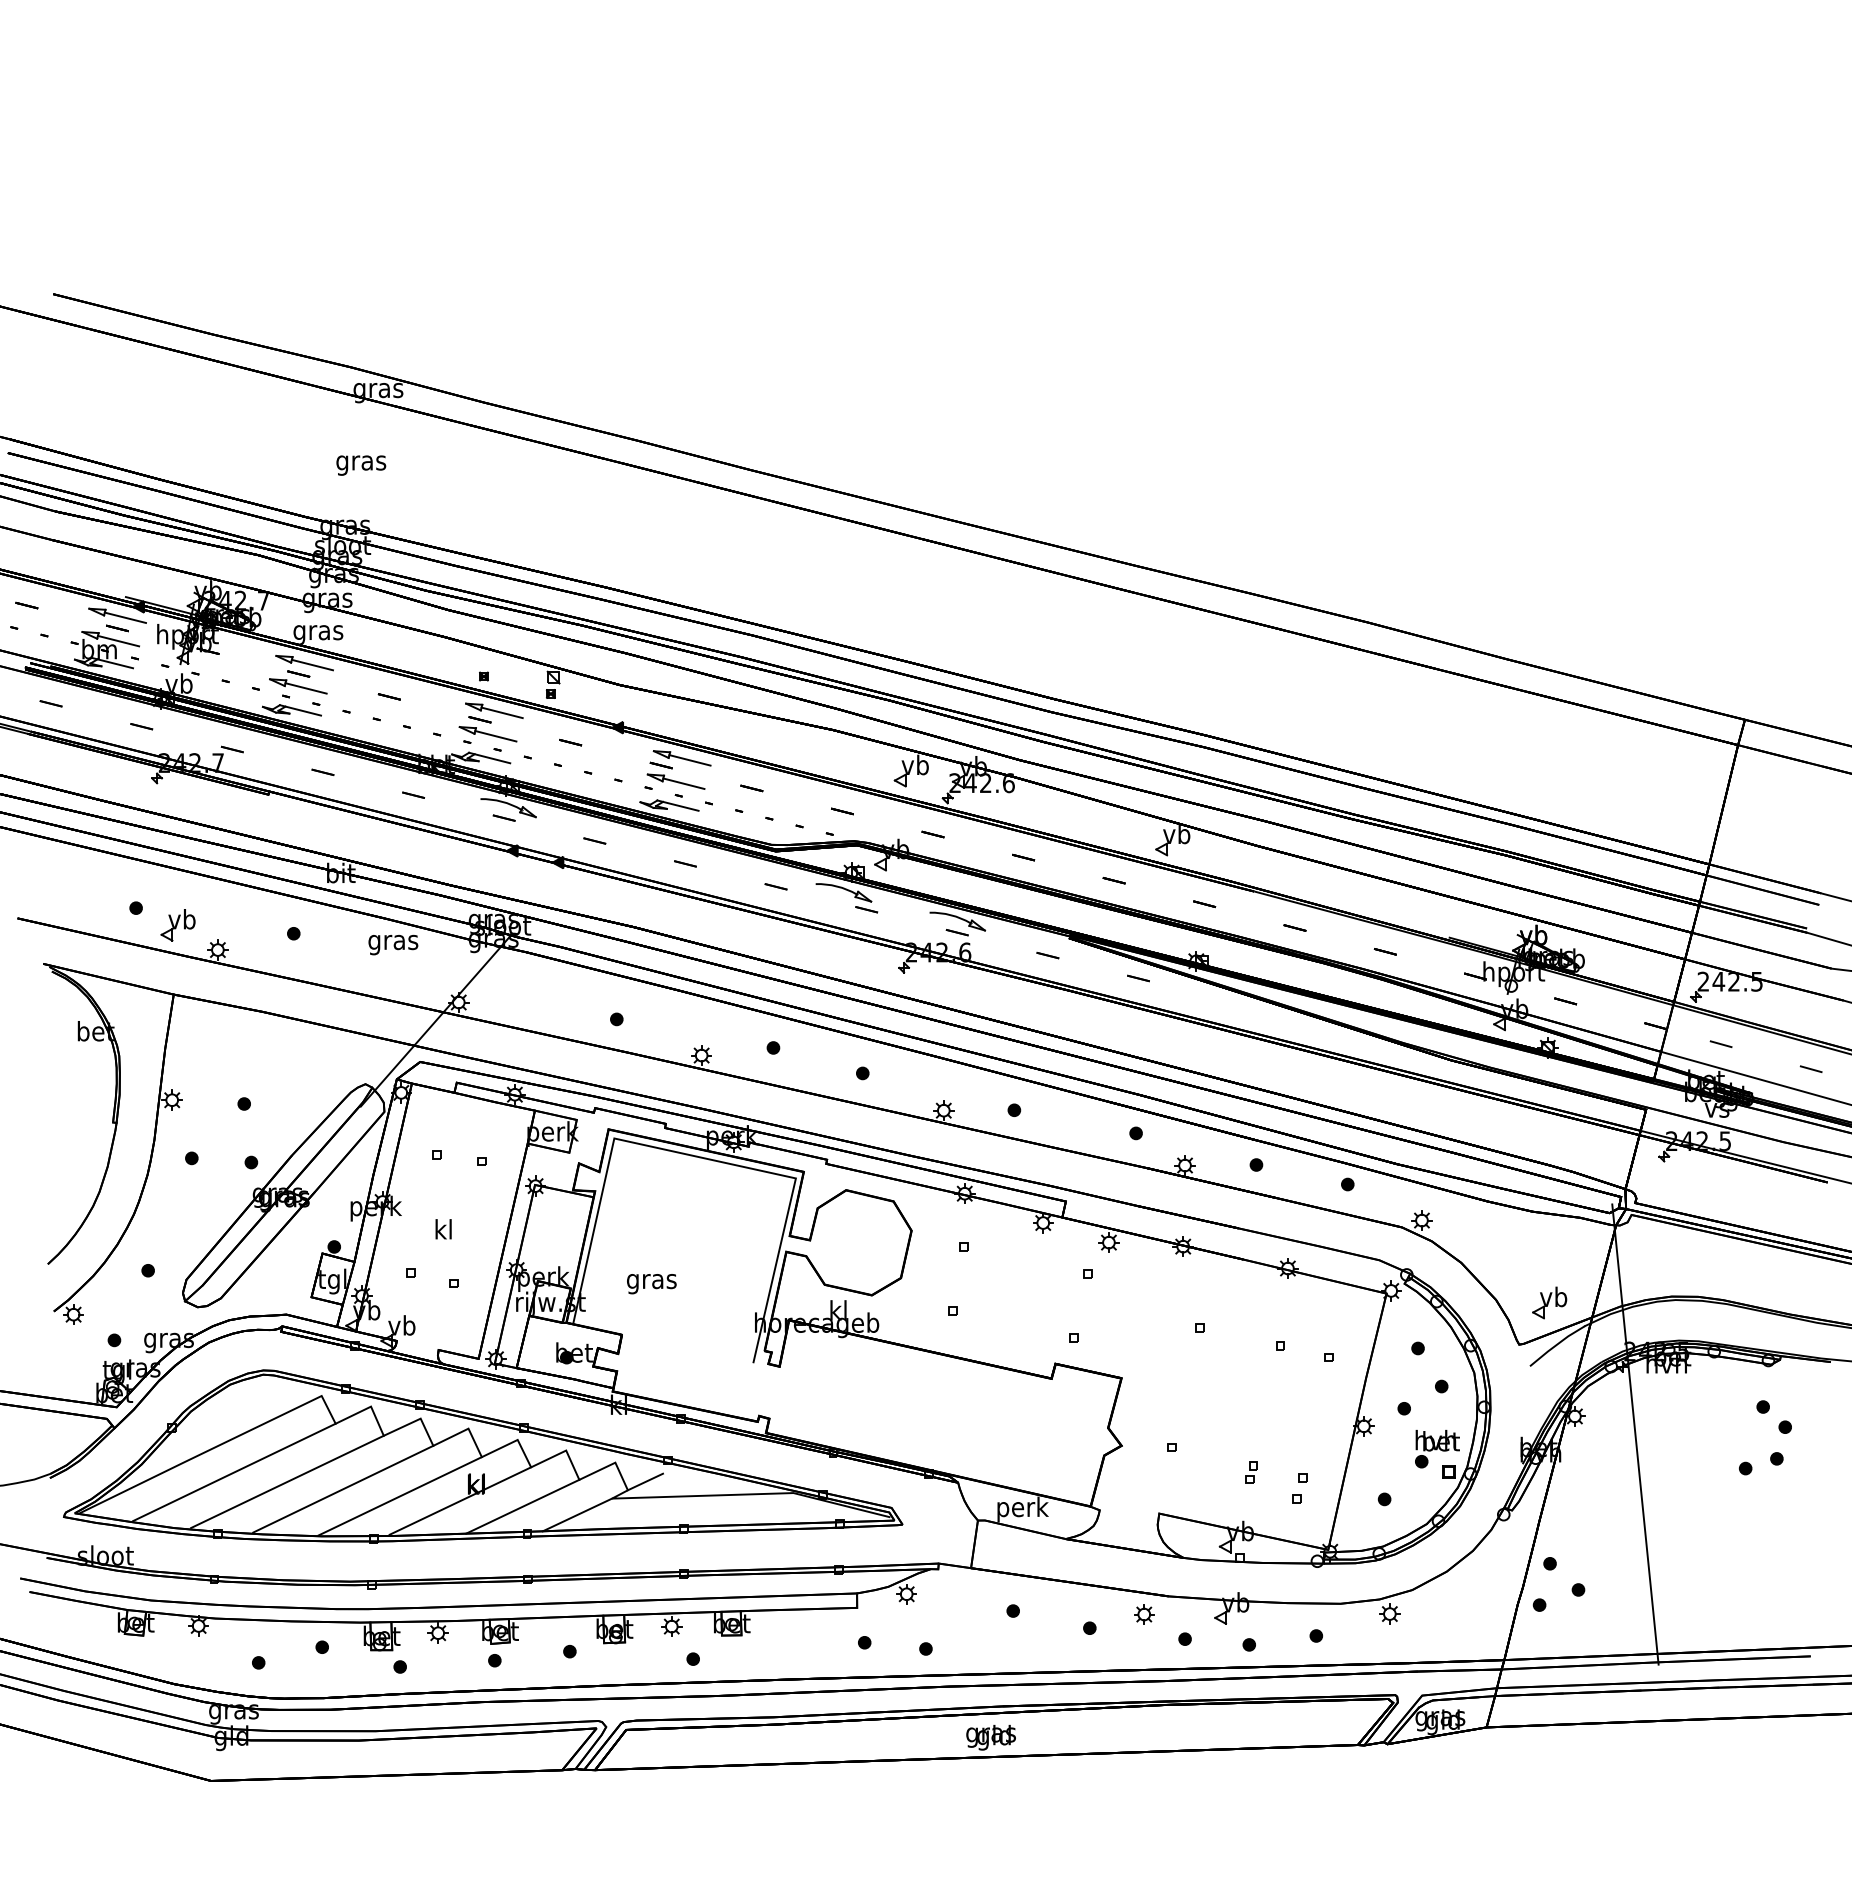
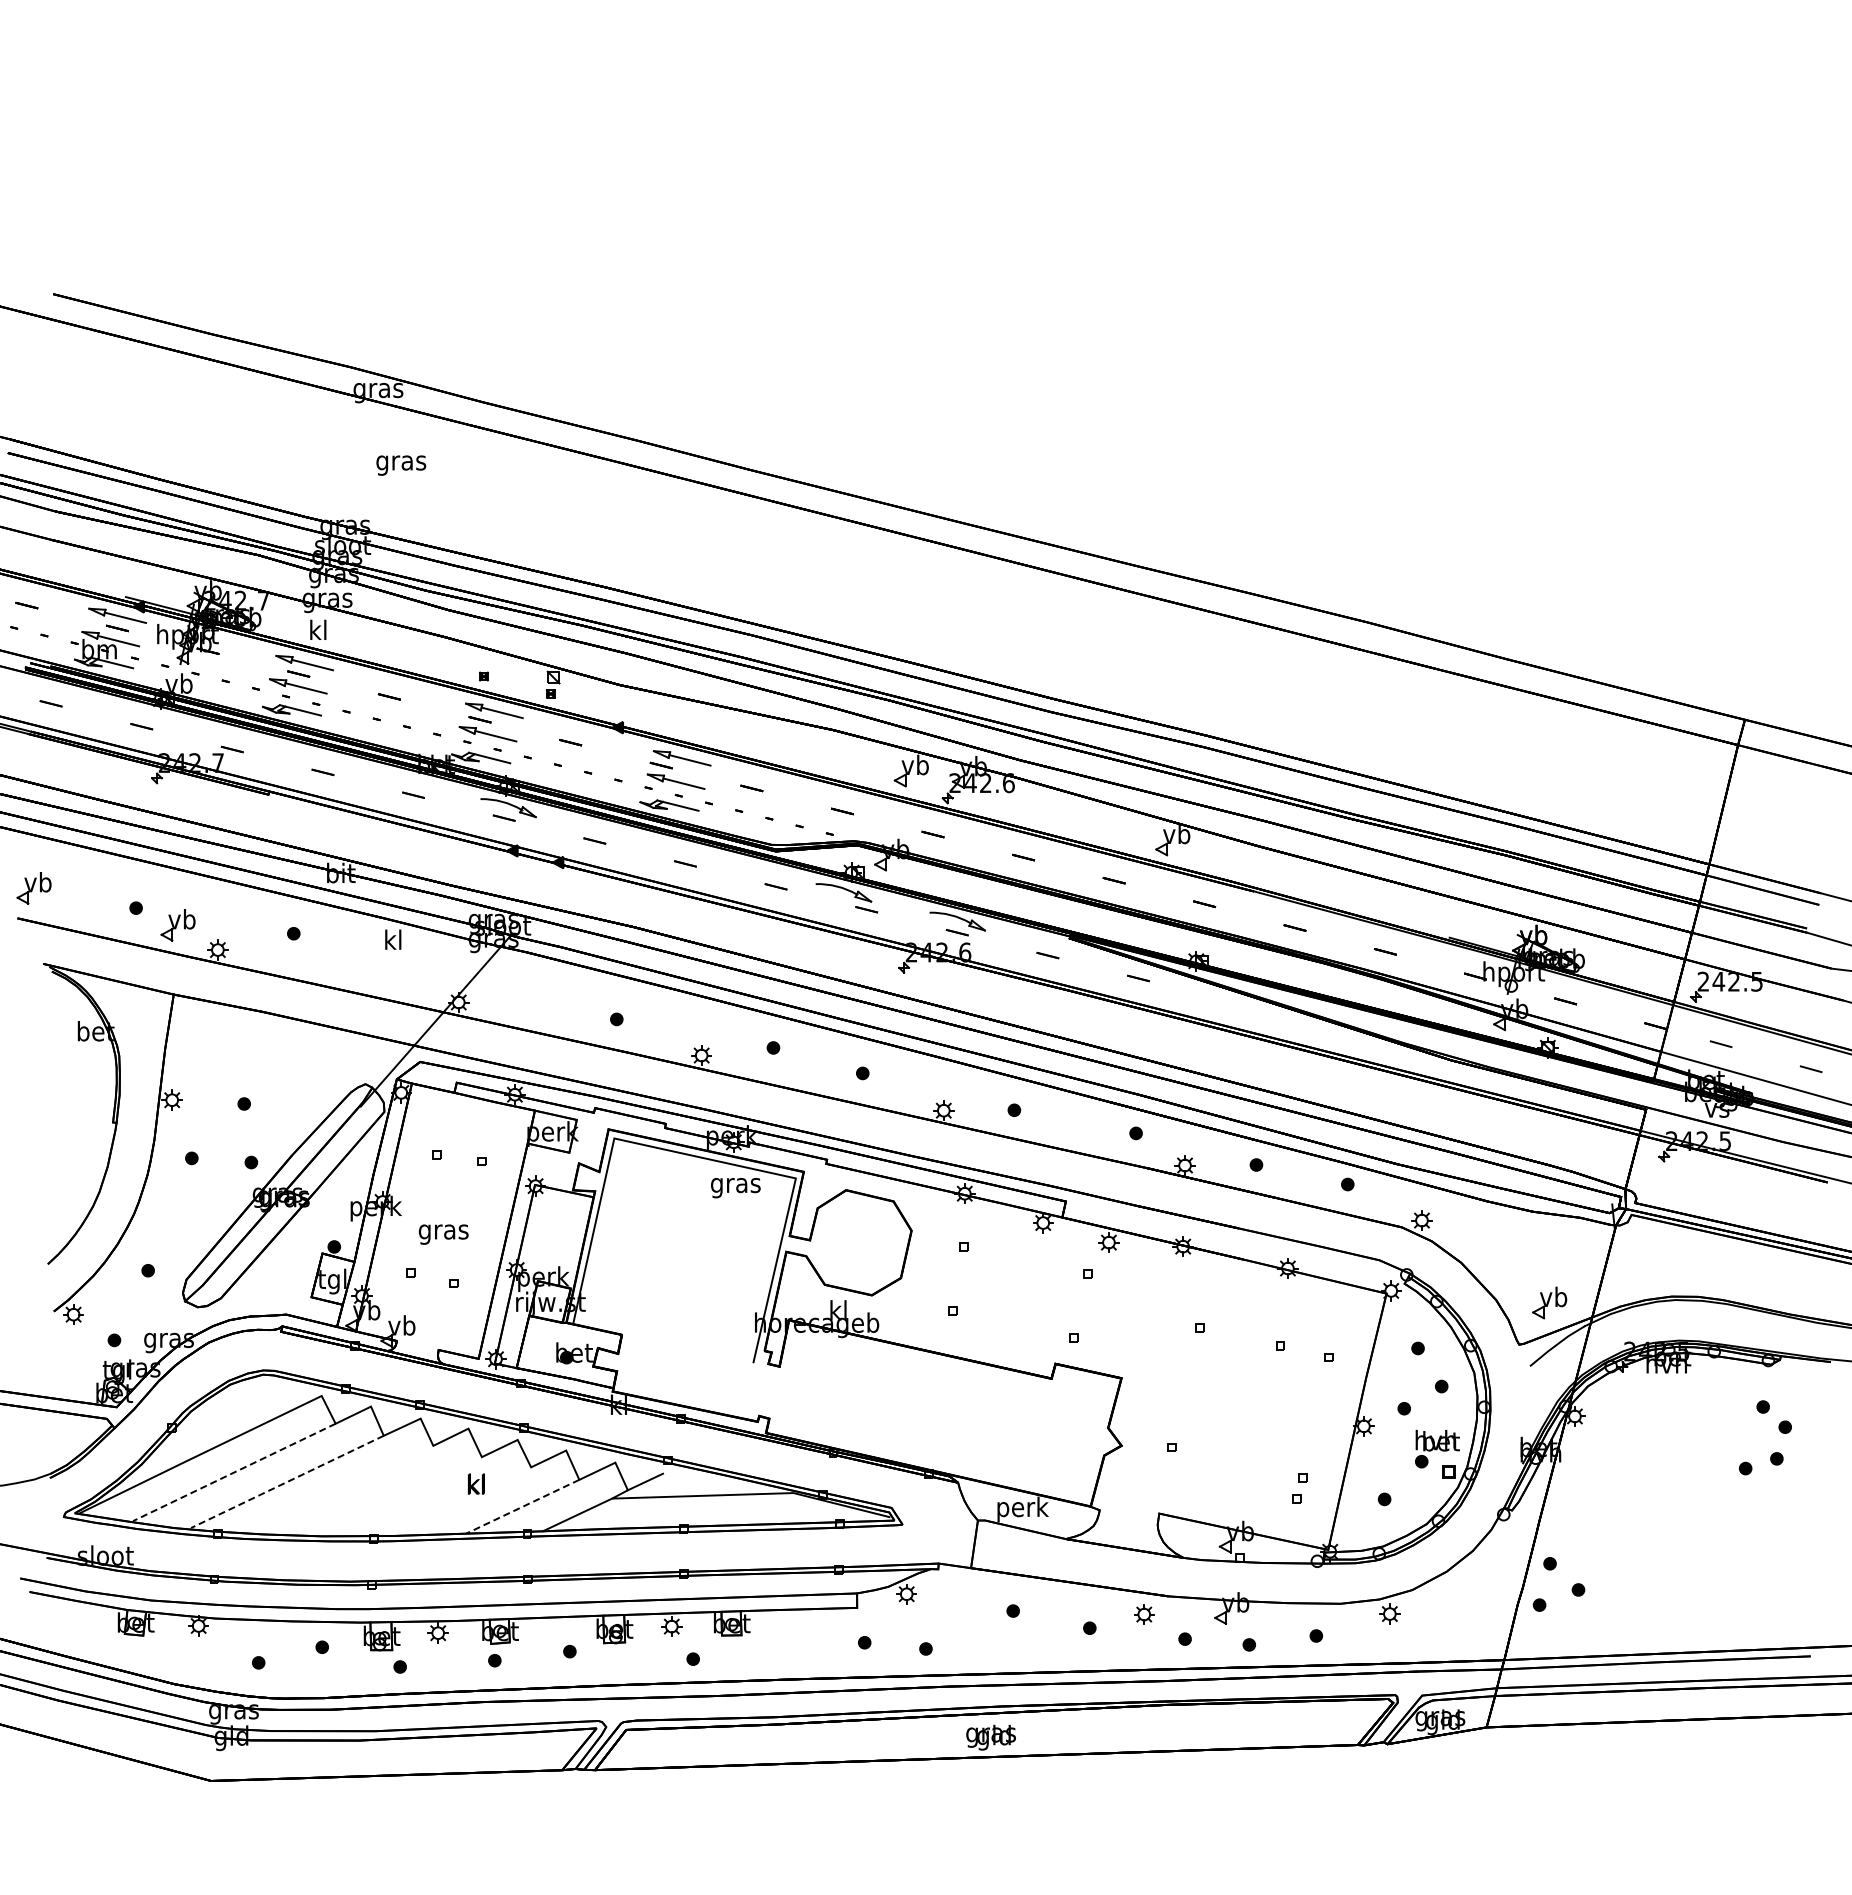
text at (361, 465) position: (361, 465) -> (401, 465)
text at (318, 631): gras -> kl
part at (33, 888): none -> present
text at (393, 942): gras -> kl
text at (443, 1231): kl -> gras
text at (651, 1284) position: (651, 1284) -> (735, 1188)
line at (1636, 1447): present -> none
line at (233, 1472): solid -> dashed
part at (1251, 1472): present -> none
line at (287, 1481): solid -> dashed
line at (343, 1488): present -> none
line at (399, 1496): present -> none
line at (460, 1500): present -> none
line at (522, 1506): solid -> dashed
